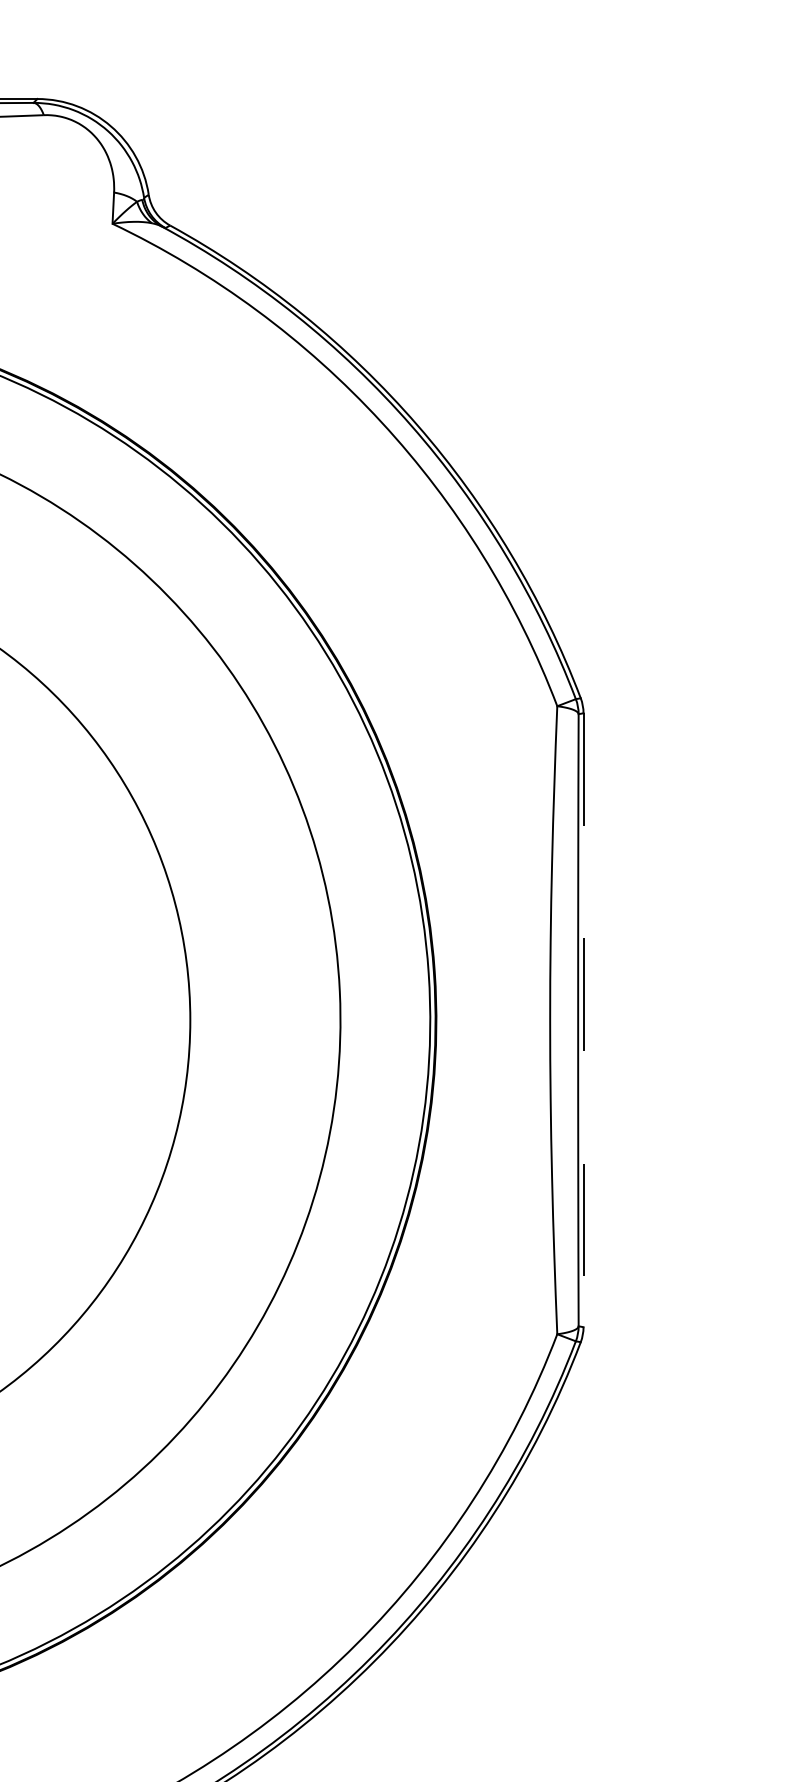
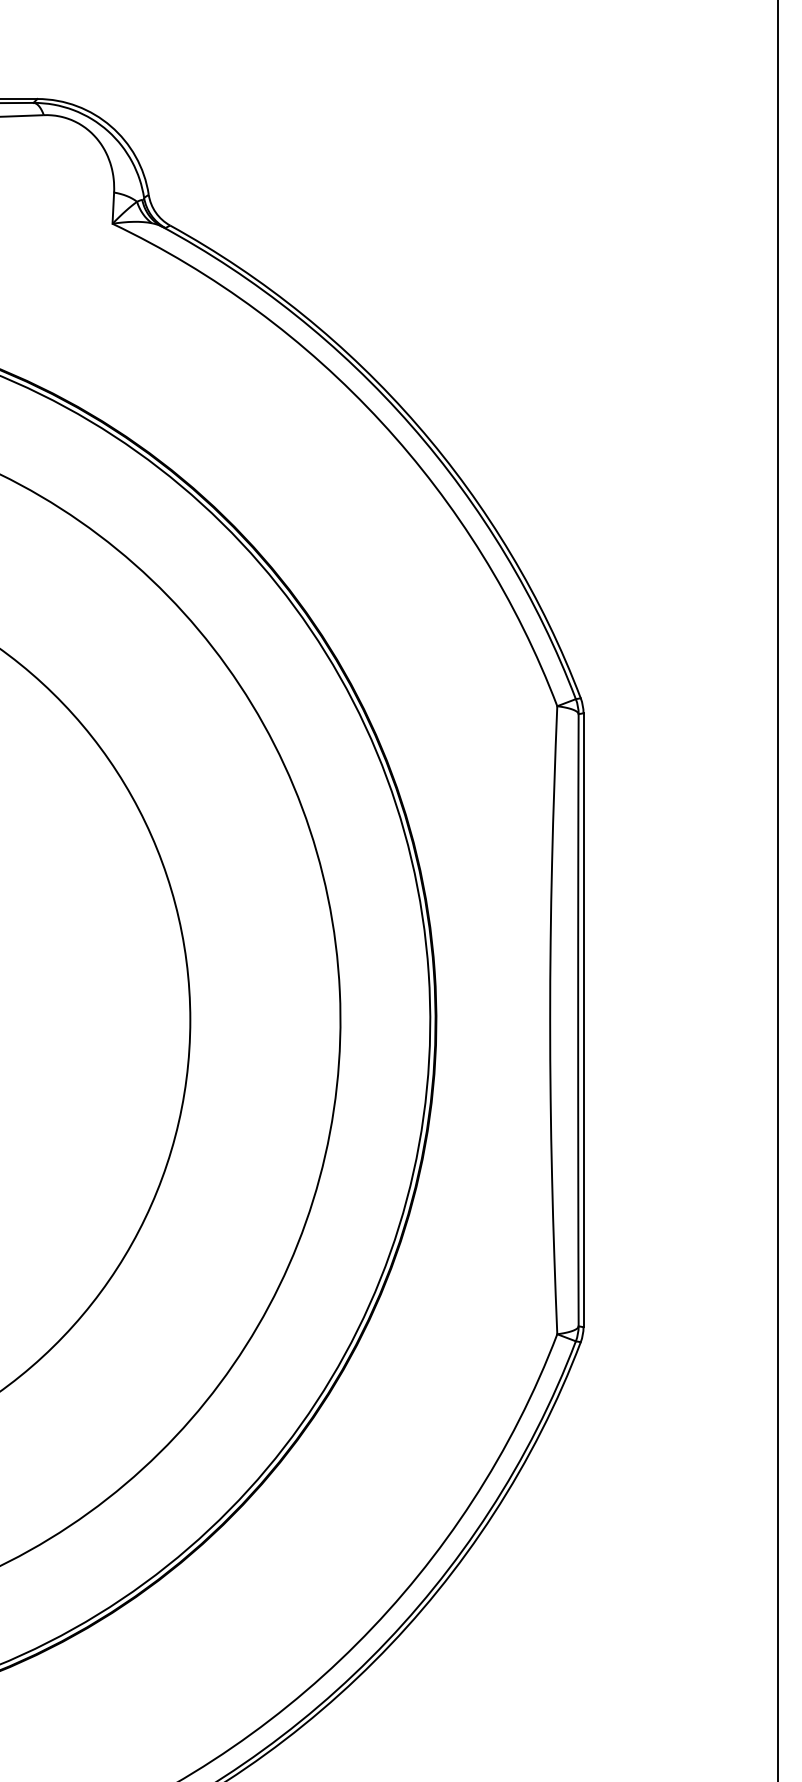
line at (778, 890): none -> present
line at (583, 1020): dashed -> solid
